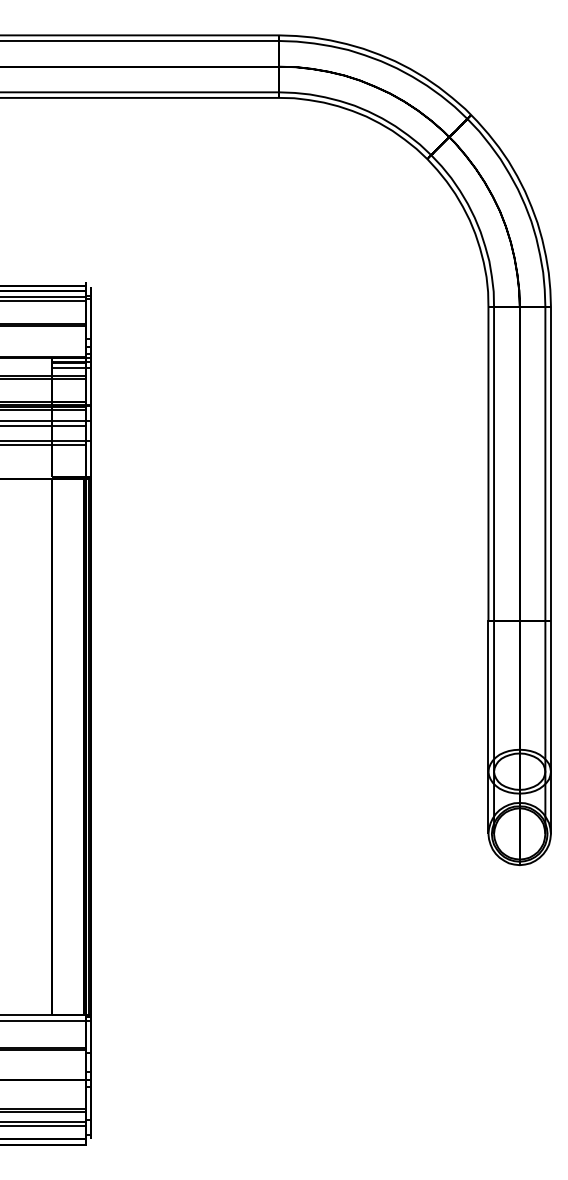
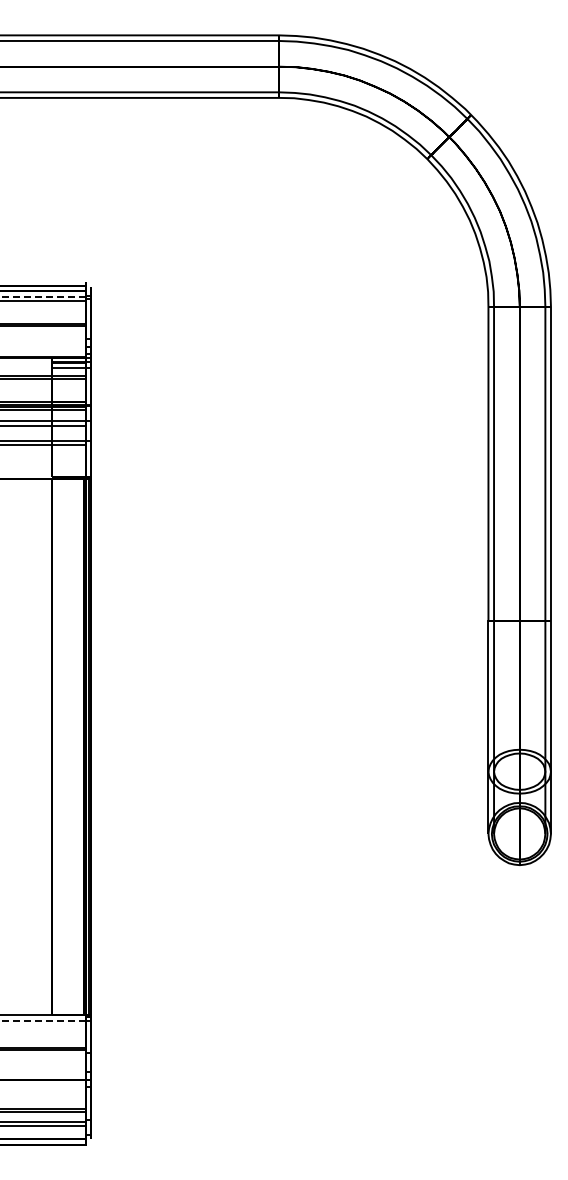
line at (42, 296): solid -> dashed
line at (42, 1020): solid -> dashed
